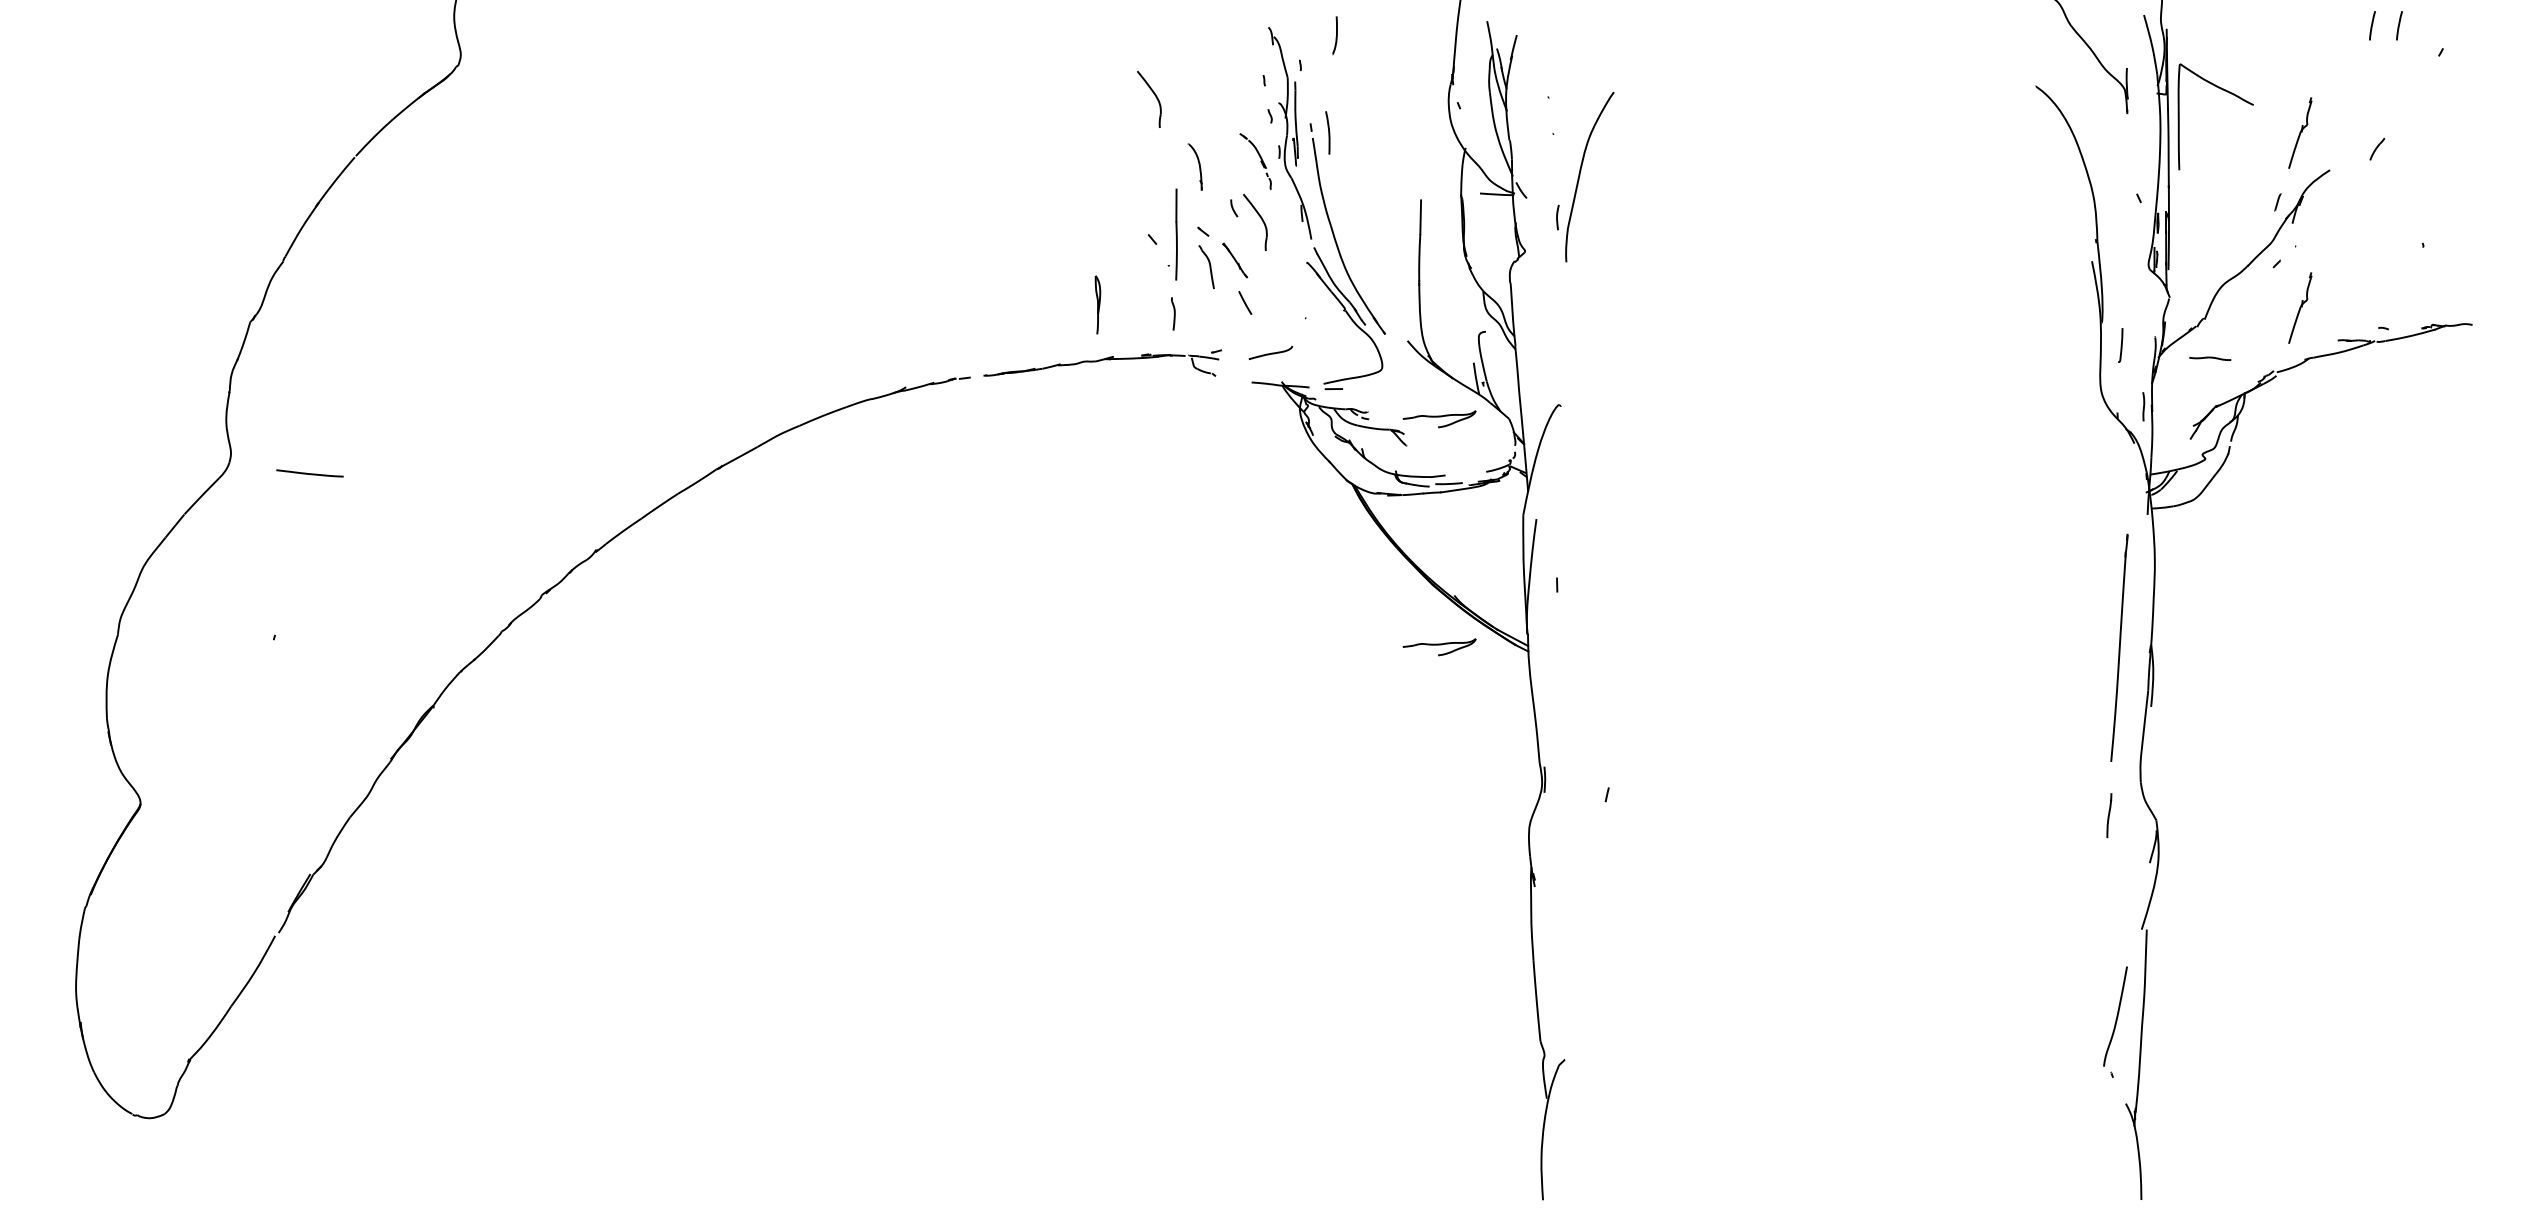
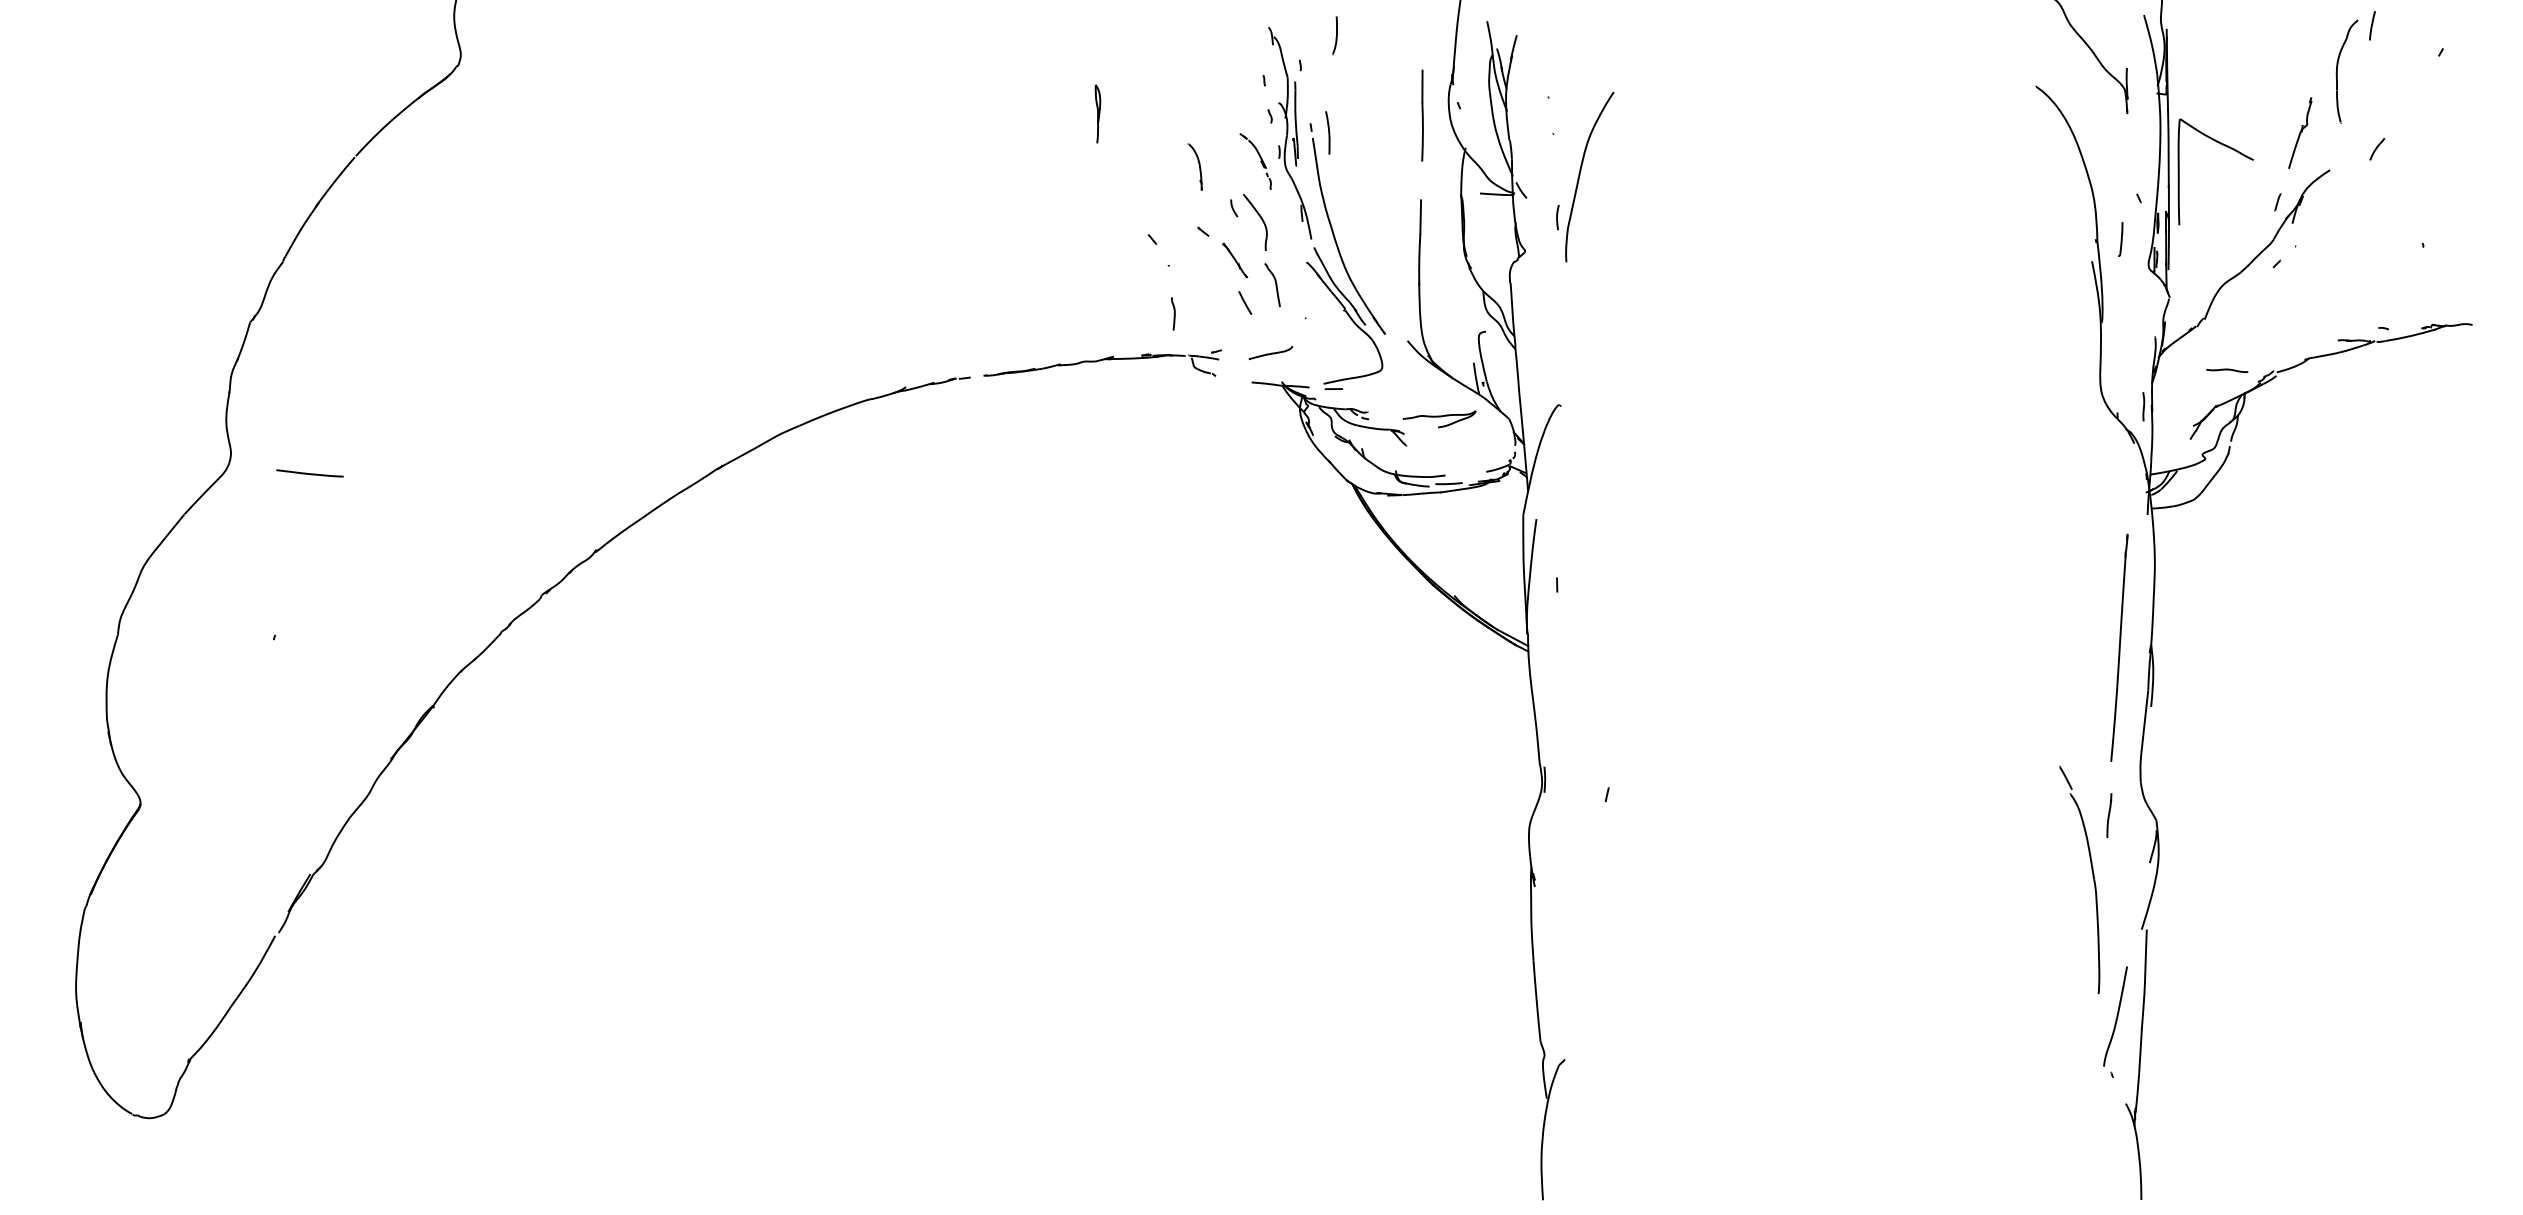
line at (2399, 25): present -> none
part at (2337, 71): none -> present
part at (2224, 91) position: (2224, 91) -> (2224, 146)
part at (1149, 98): present -> none
line at (1176, 234) position: (1176, 234) -> (1422, 115)
part at (1206, 267) position: (1206, 267) -> (1272, 285)
part at (1097, 304) position: (1097, 304) -> (1097, 113)
part at (2300, 307): present -> none
line at (2120, 345) position: (2120, 345) -> (2120, 239)
curve at (2210, 358) position: (2210, 358) -> (2227, 370)
part at (1439, 647): present -> none
part at (2092, 876): none -> present
